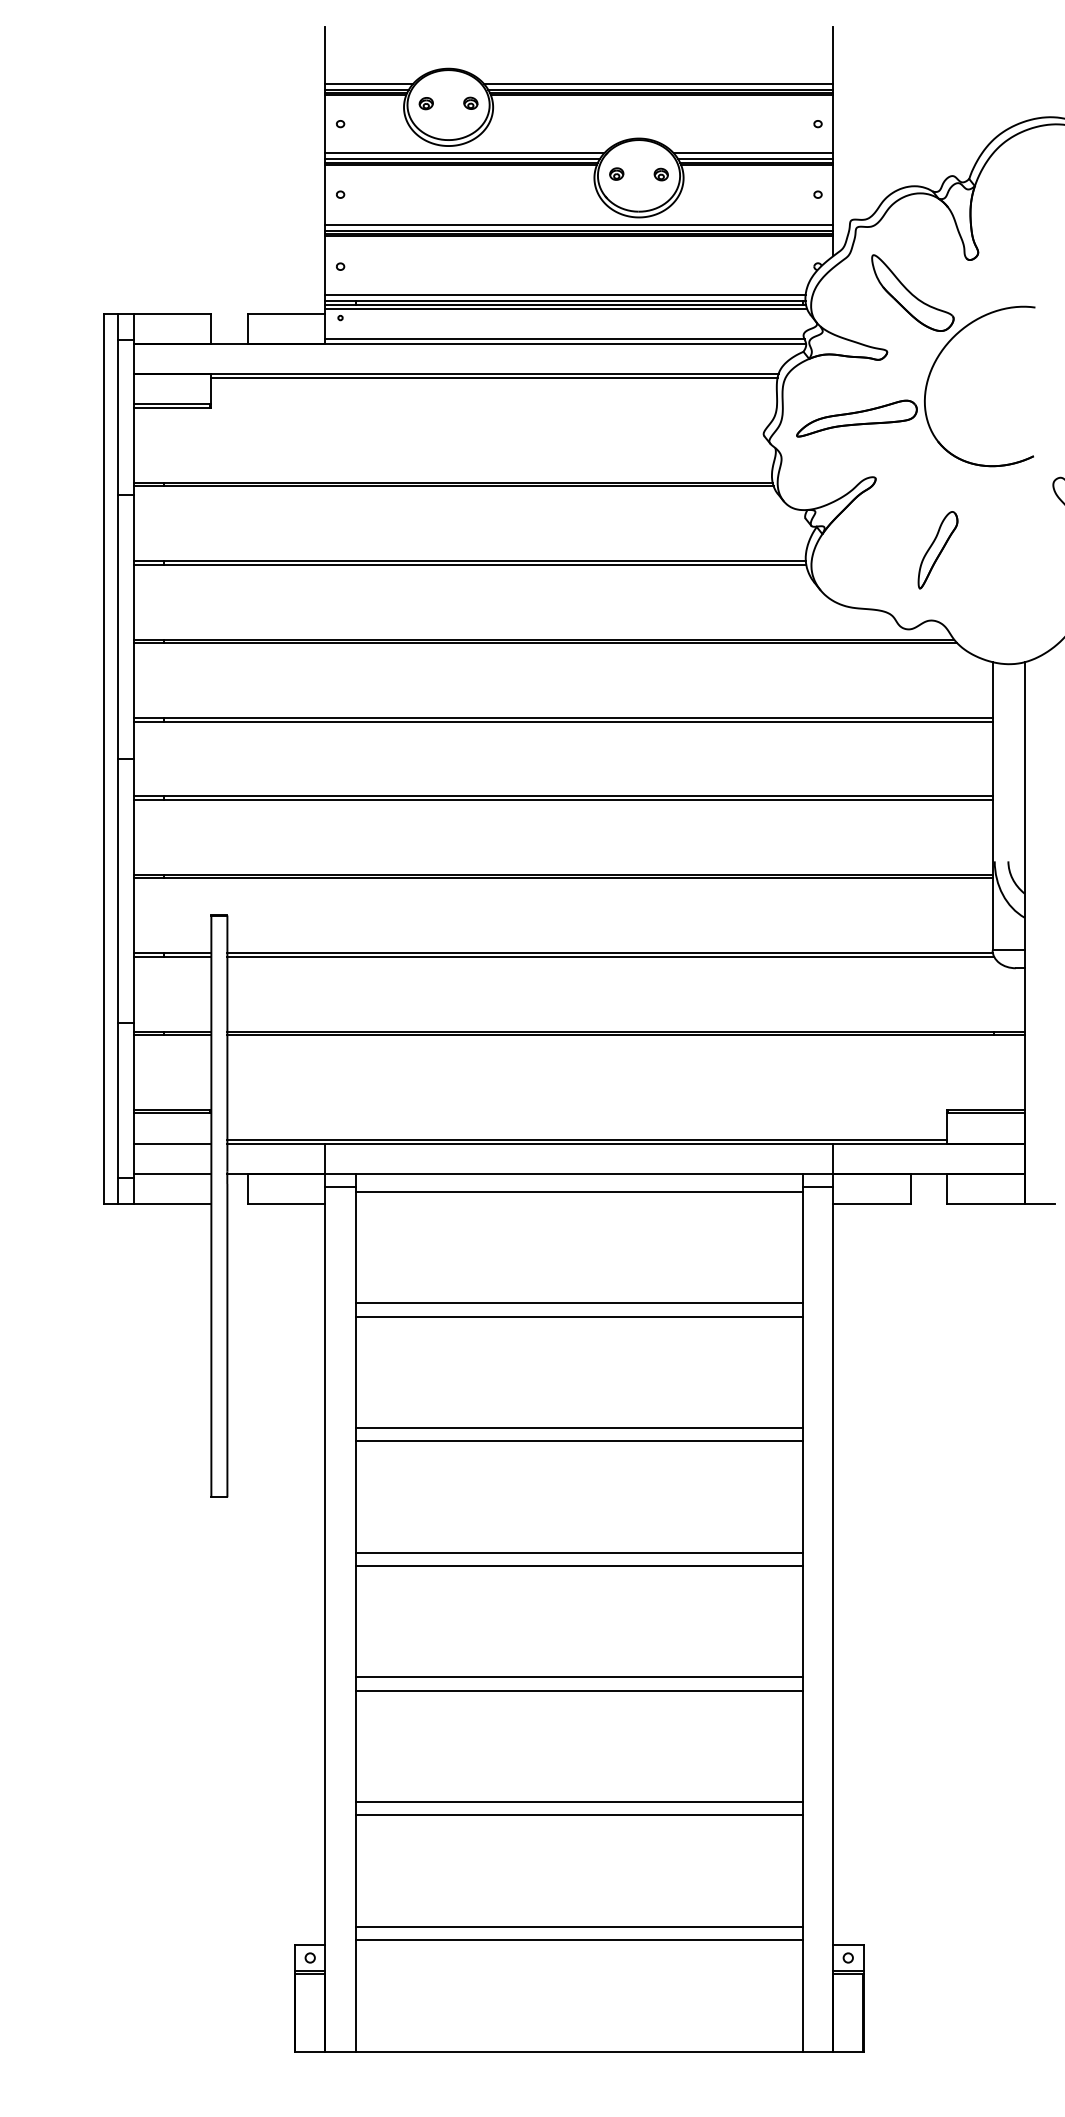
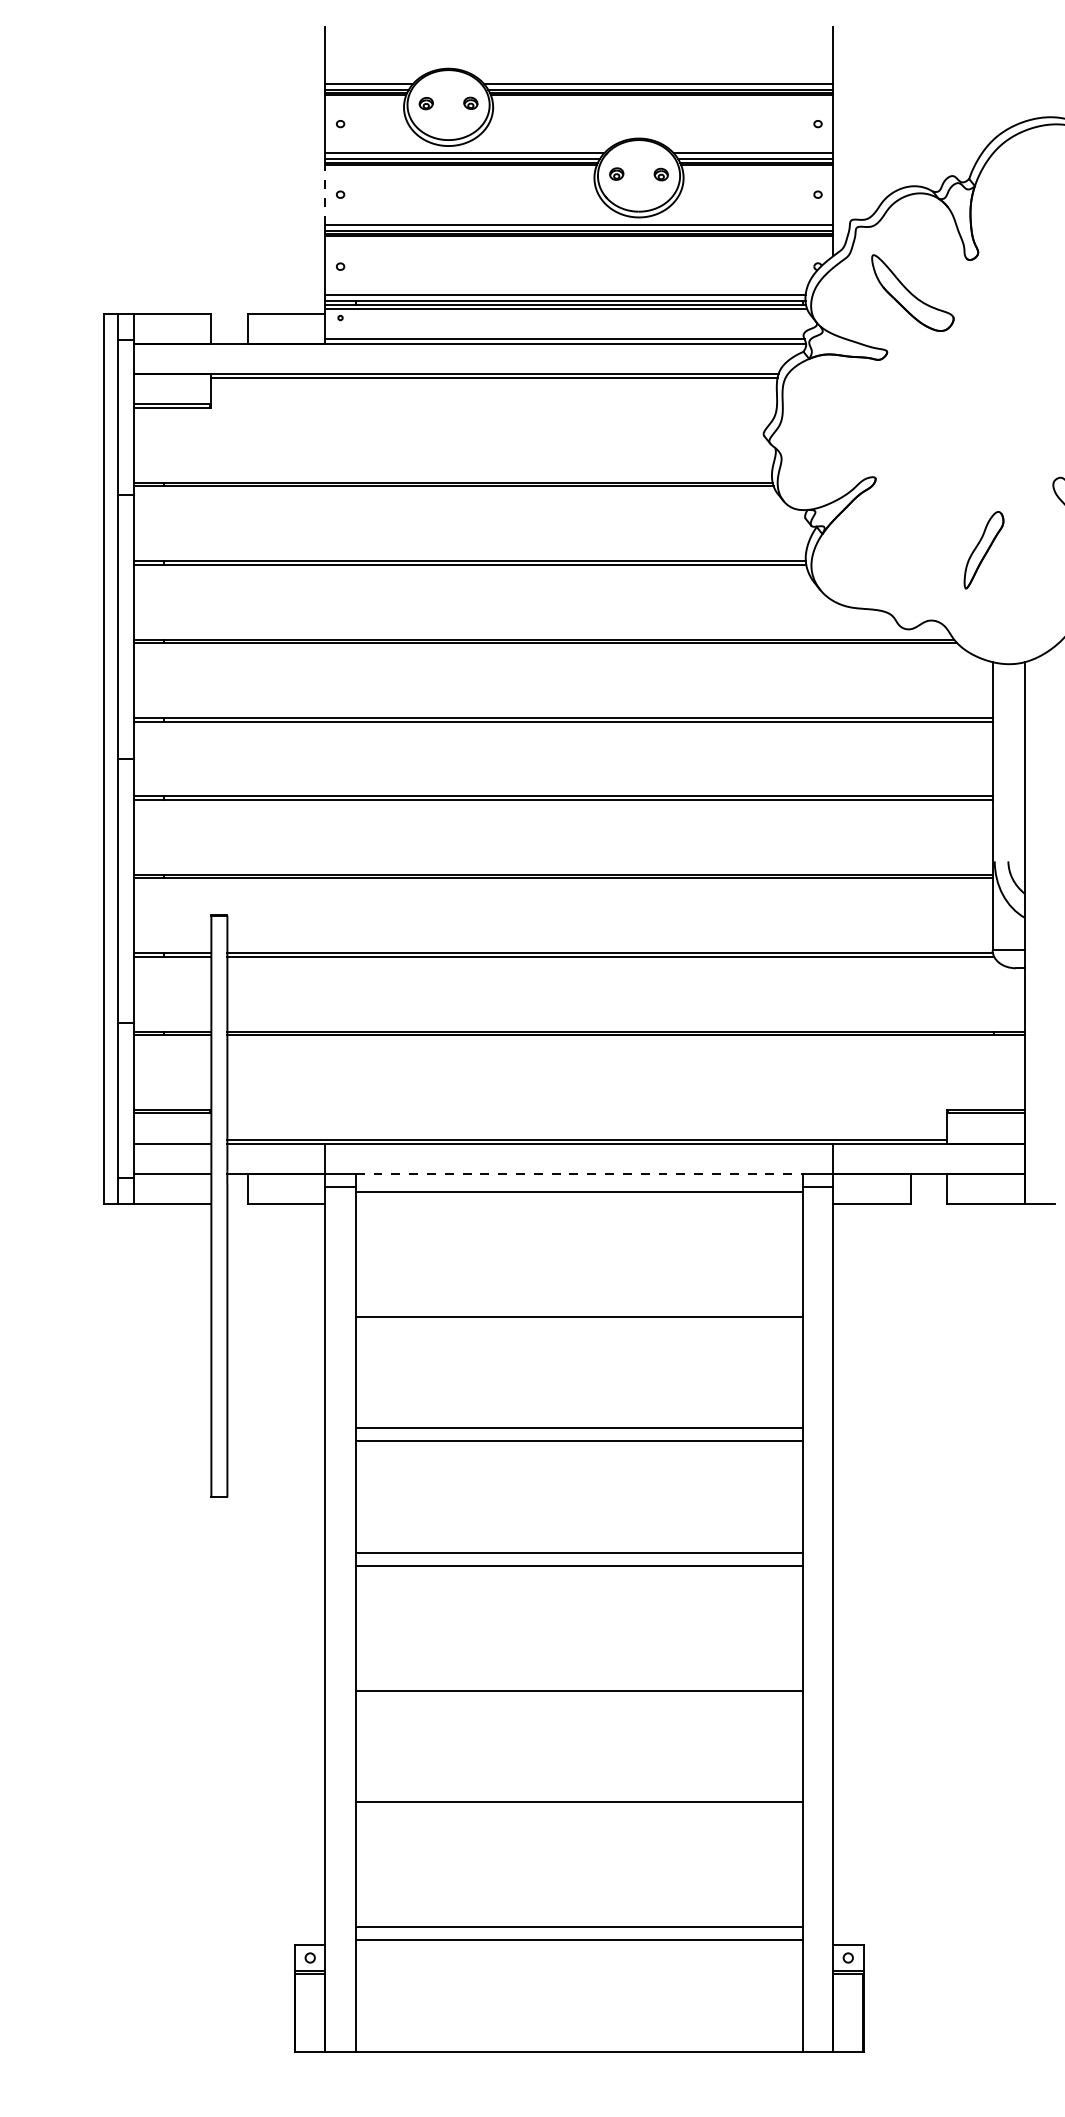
line at (325, 194): solid -> dashed
part at (924, 389): present -> none
part at (937, 550) position: (937, 550) -> (983, 550)
line at (579, 1174): solid -> dashed
line at (578, 1303): present -> none
line at (578, 1677): present -> none
line at (578, 1815): present -> none
